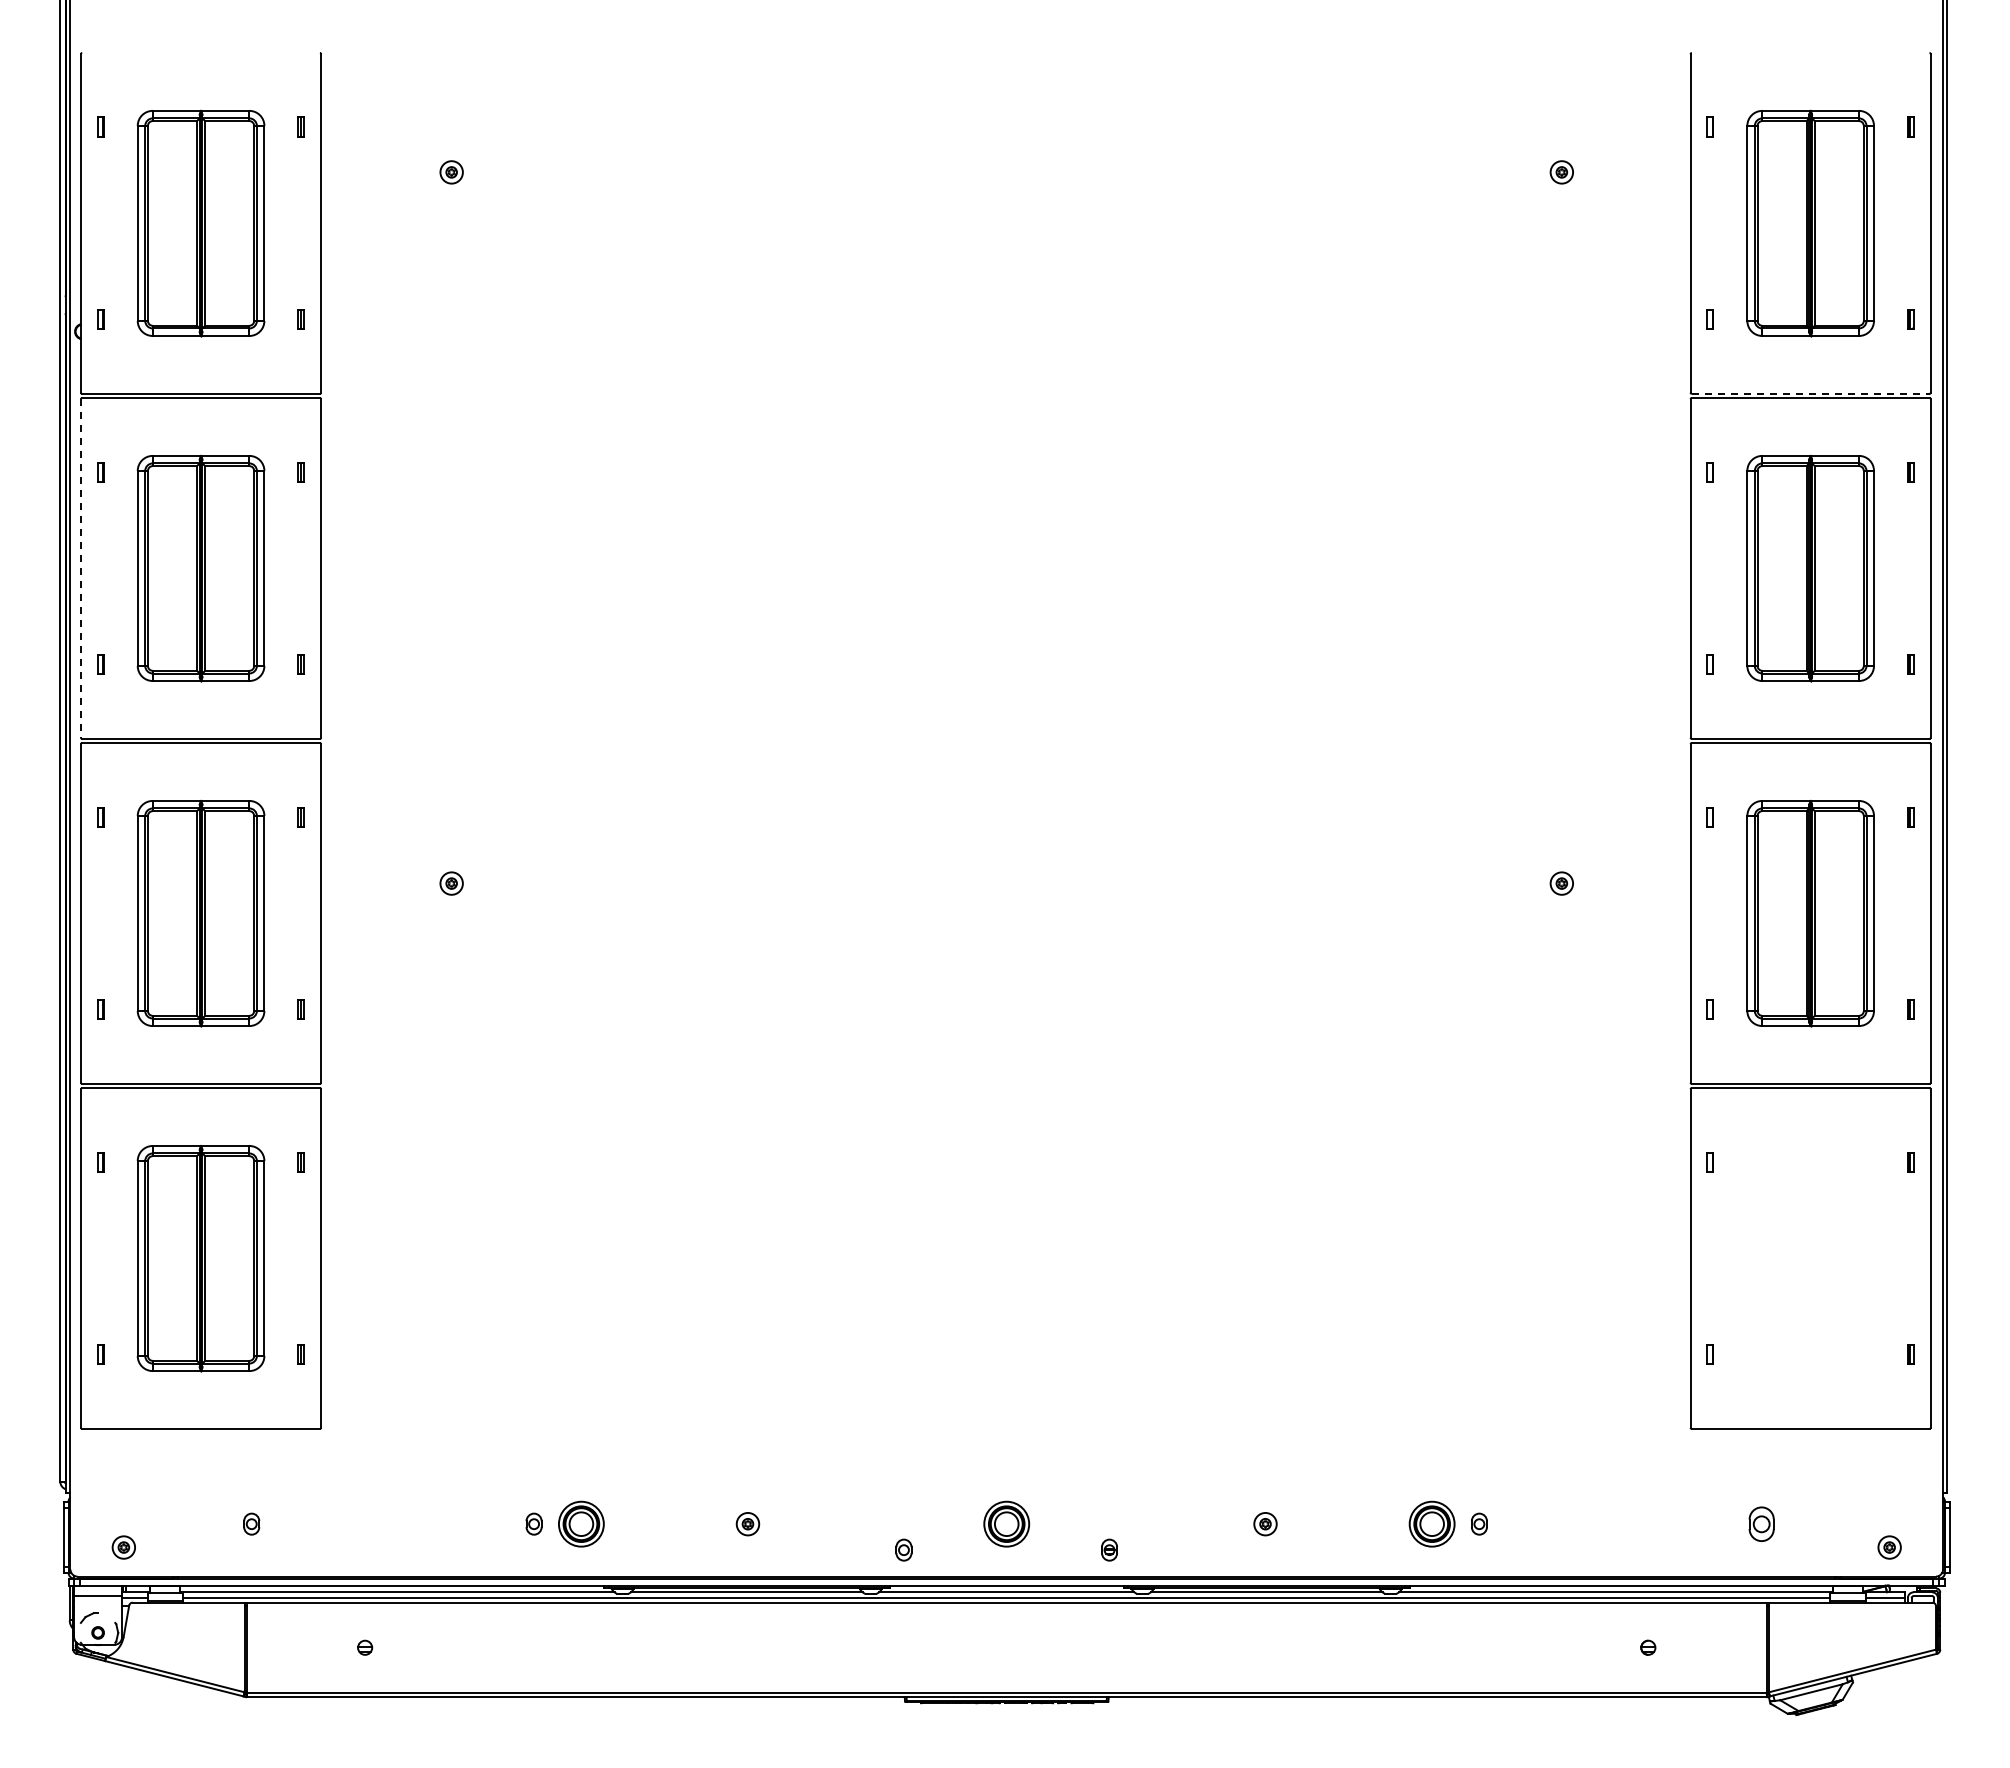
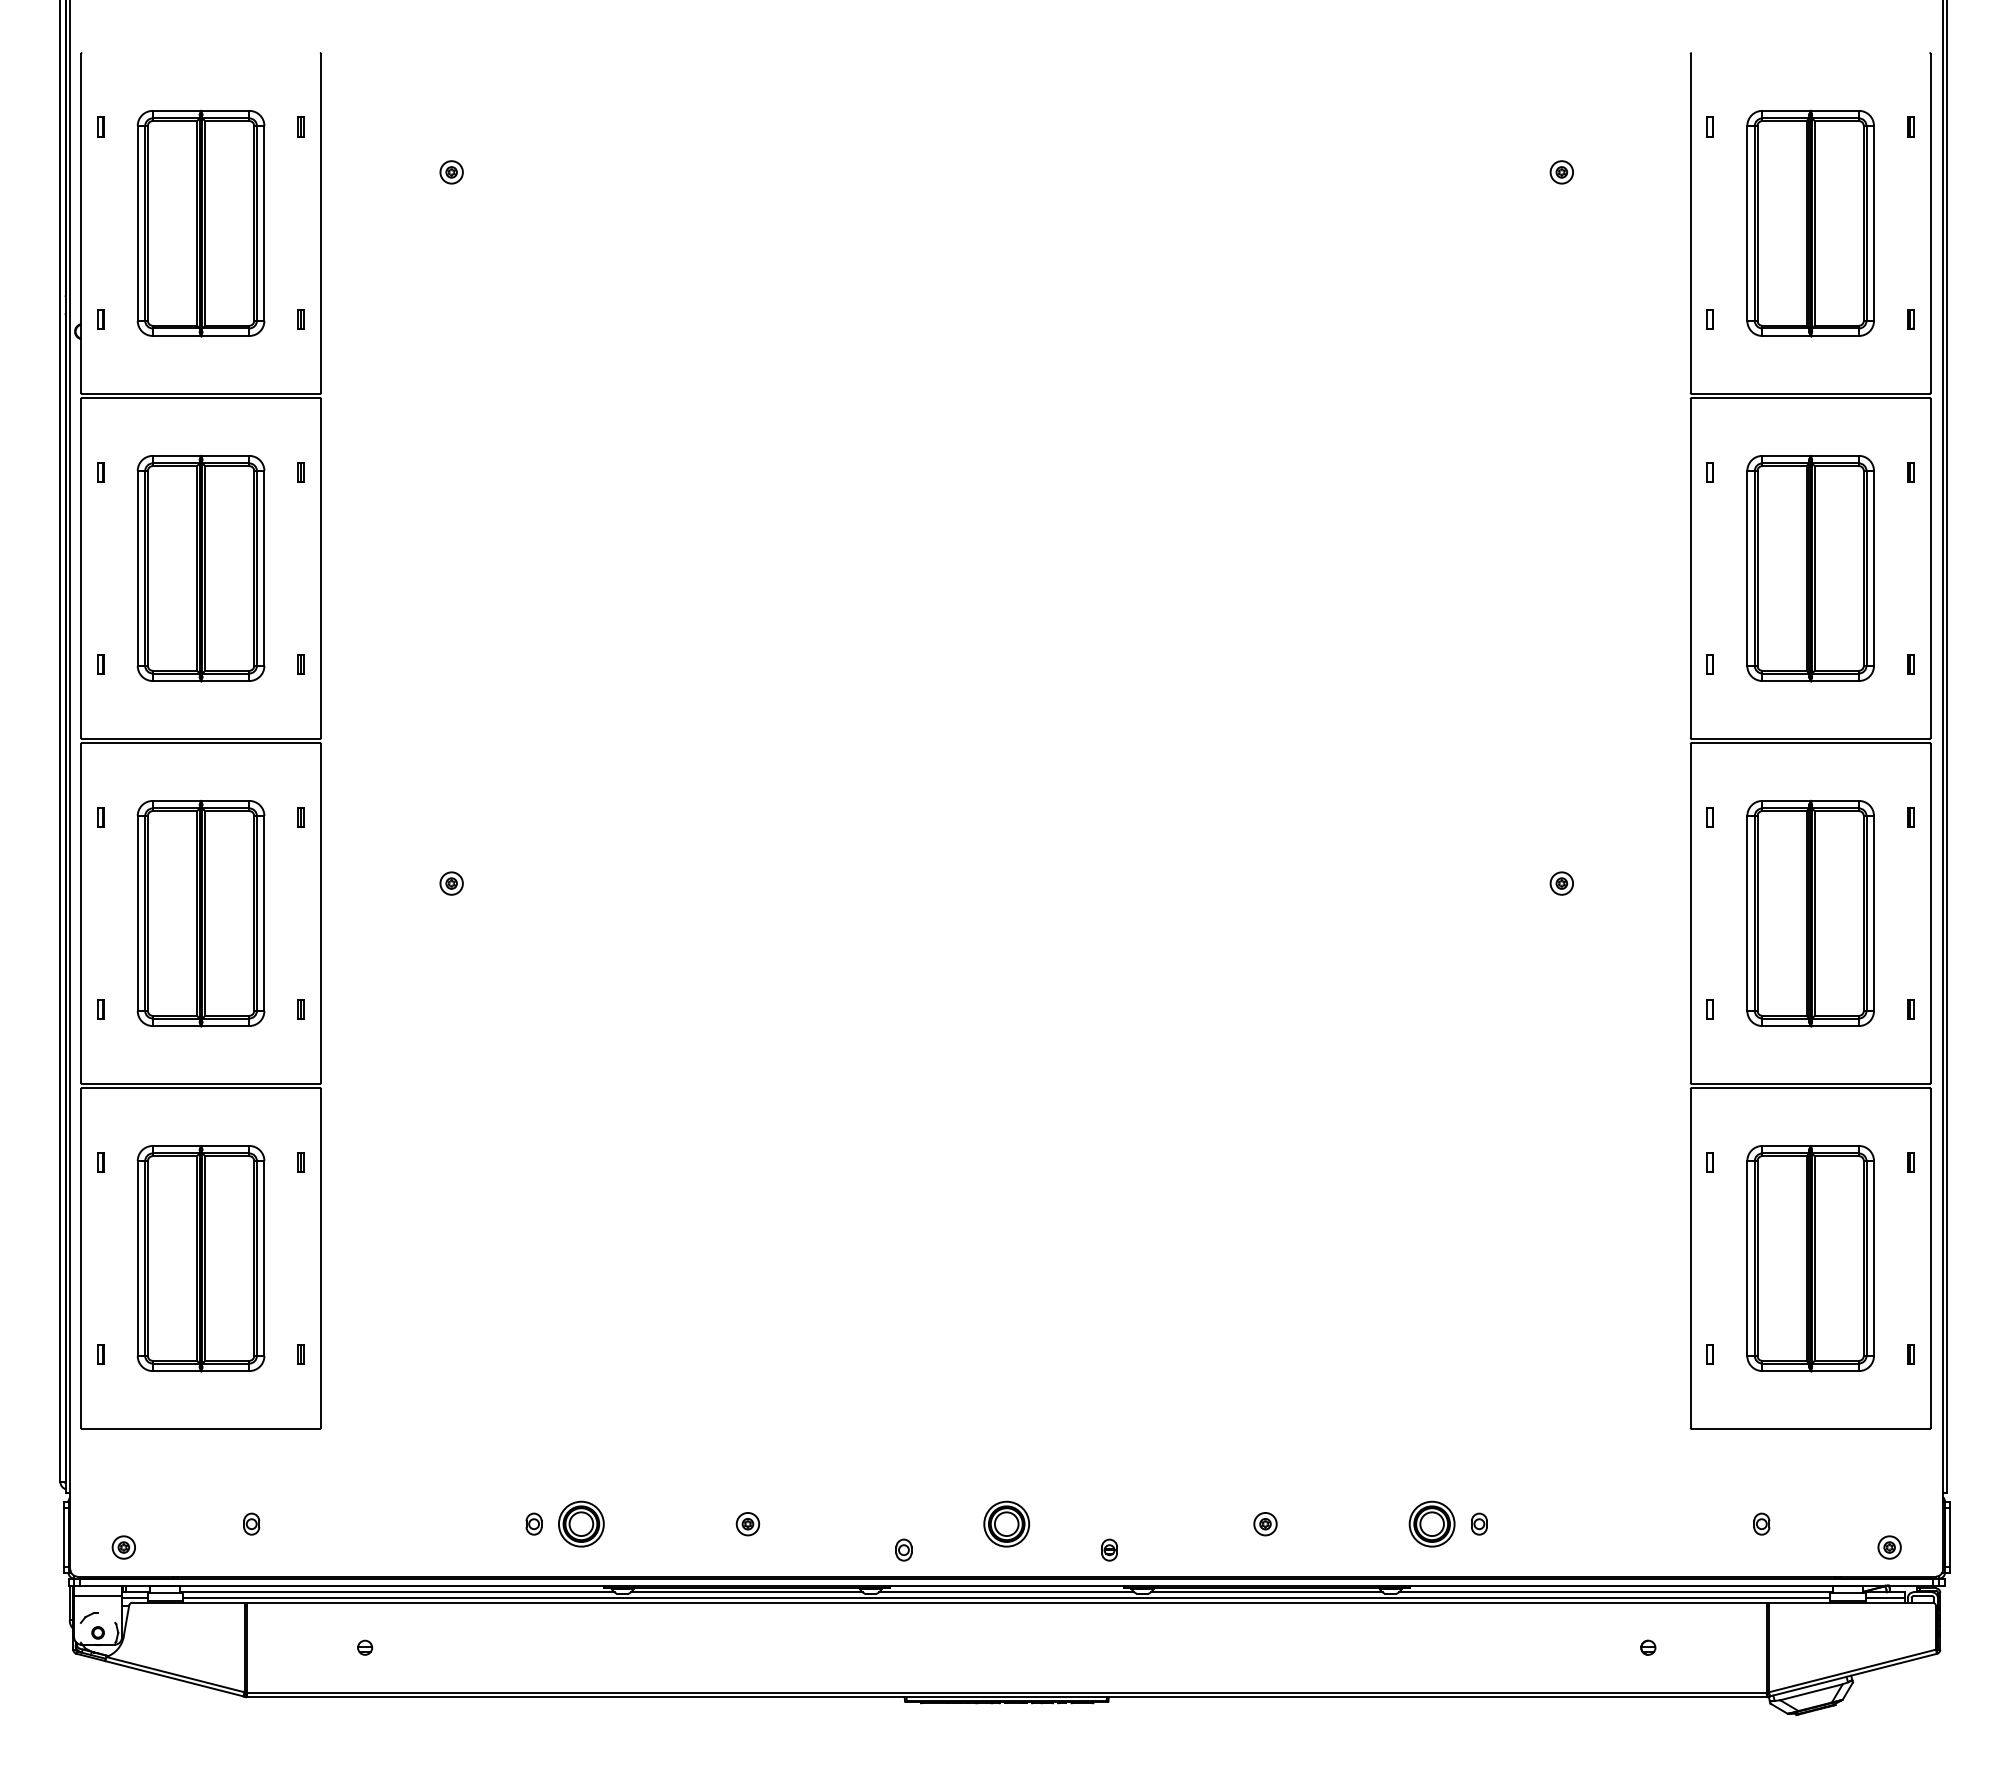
line at (1810, 393): dashed -> solid
line at (81, 568): dashed -> solid
part at (1810, 1258): none -> present
part at (1761, 1523) size: 27x36 px -> 18x24 px
